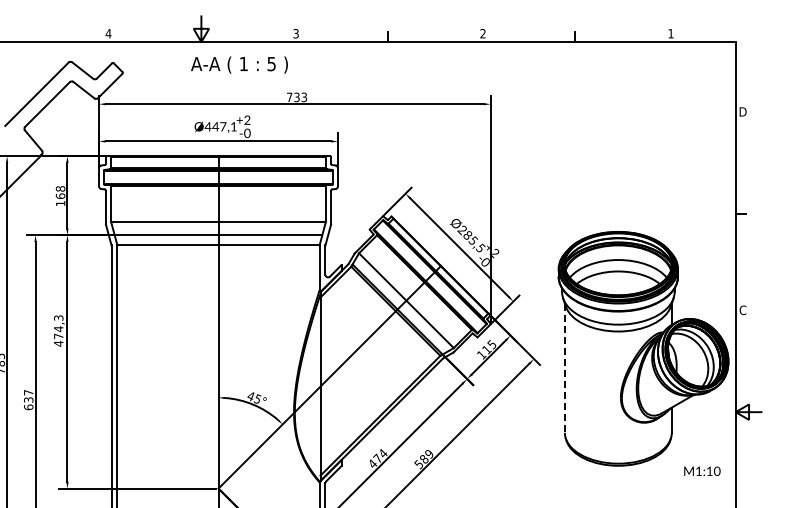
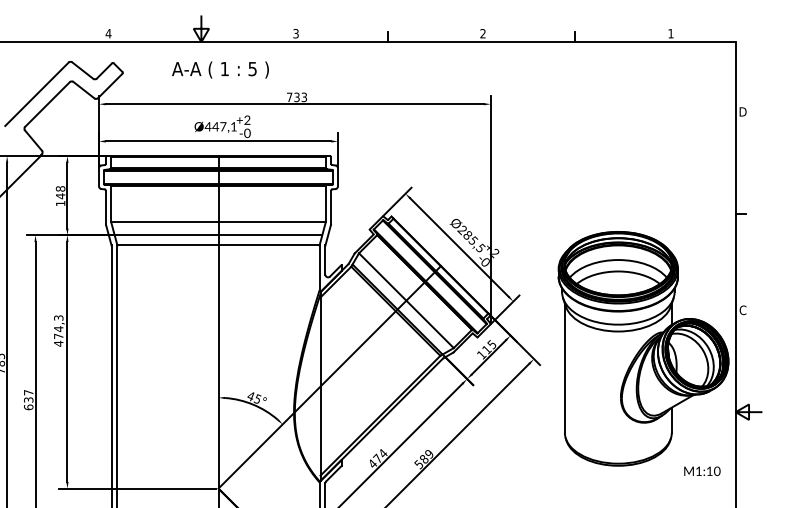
text at (239, 64) position: (239, 64) -> (220, 69)
text at (60, 196): 168 -> 148
line at (564, 368): dashed -> solid
